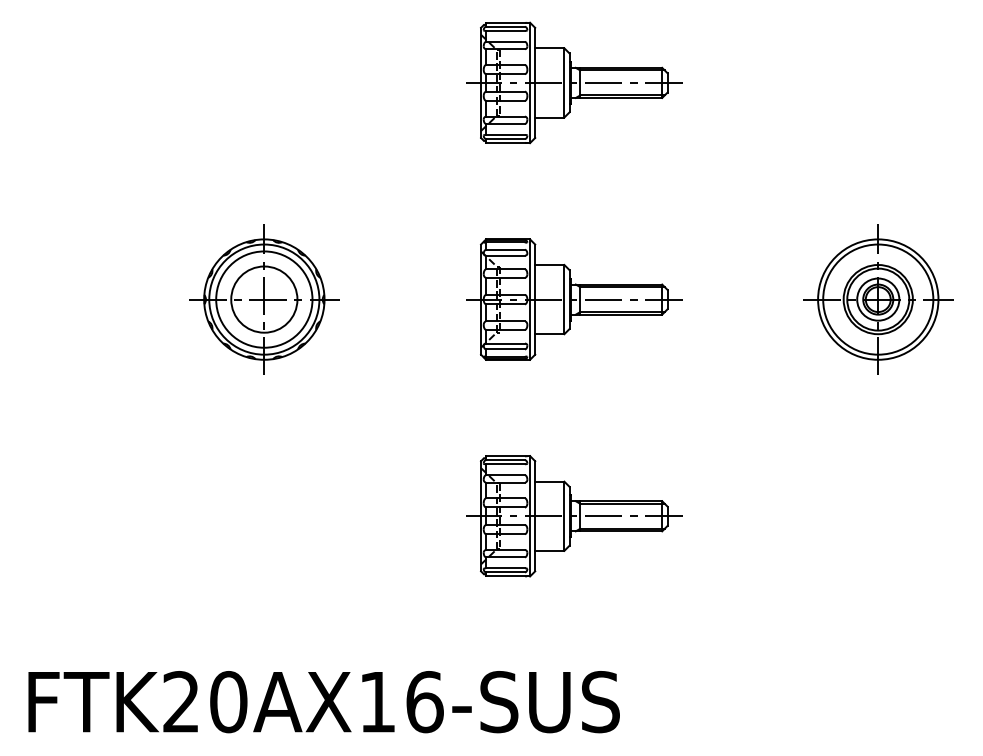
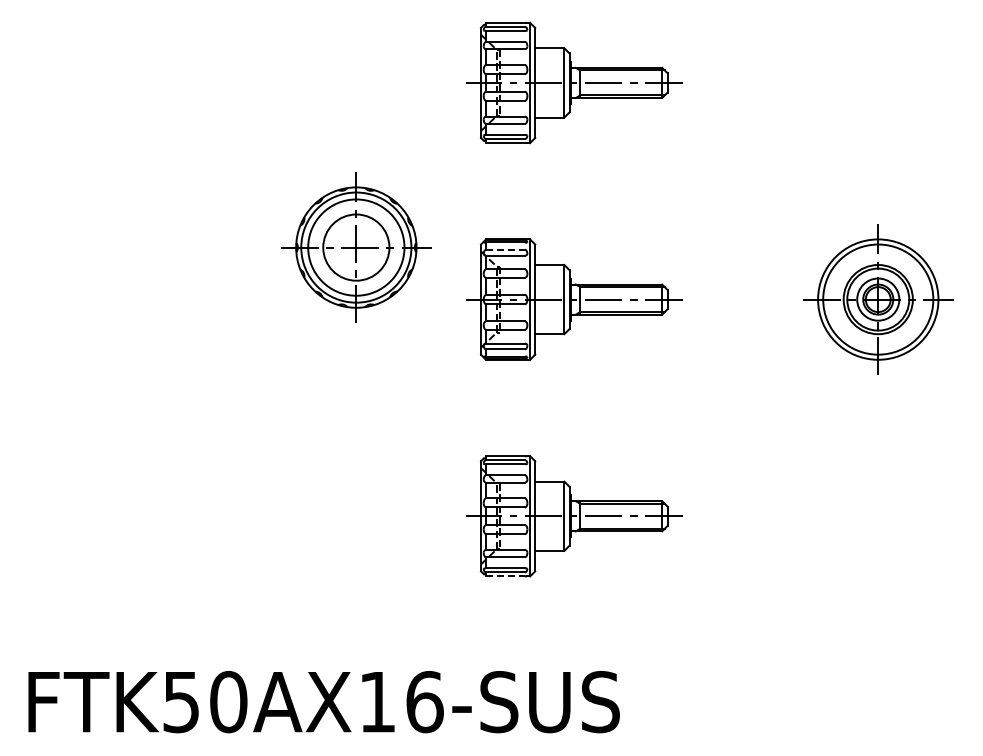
line at (506, 249): solid -> dashed
part at (264, 299) position: (264, 299) -> (356, 247)
line at (506, 576): solid -> dashed
text at (180, 702): FTK20AX16-SUS -> FTK50AX16-SUS
